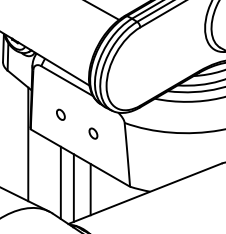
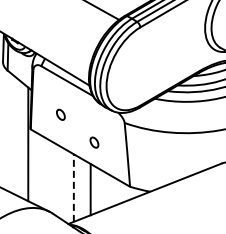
part at (93, 133) position: (93, 133) -> (94, 142)
line at (60, 182): present -> none
line at (73, 188): solid -> dashed
